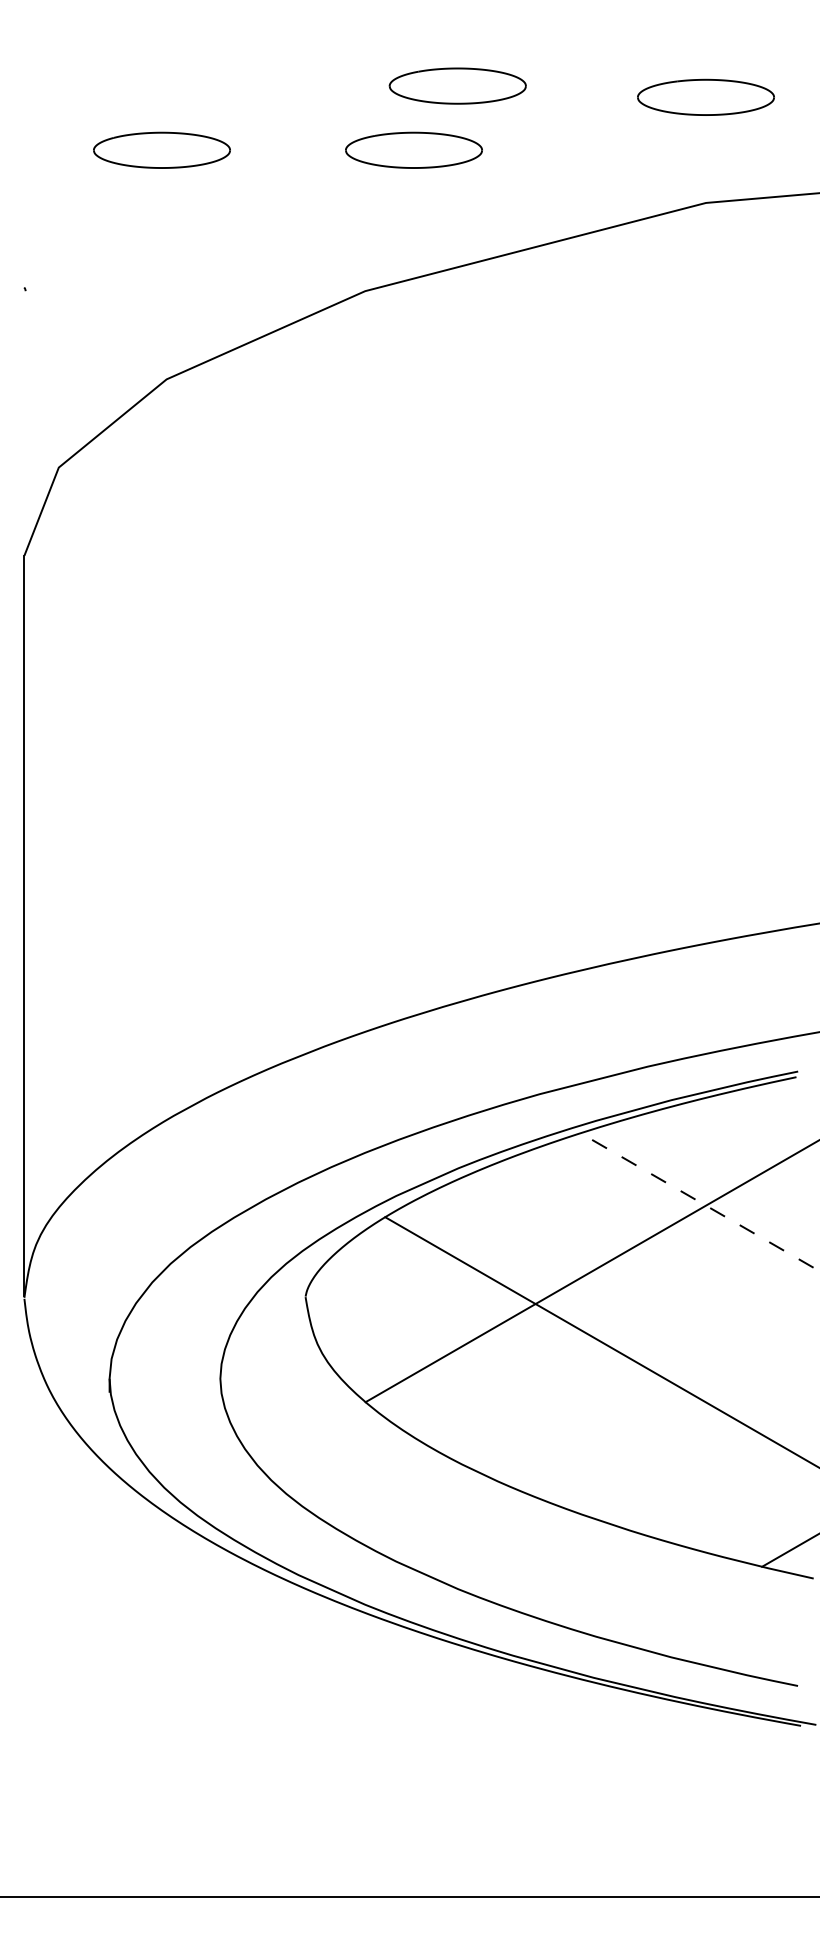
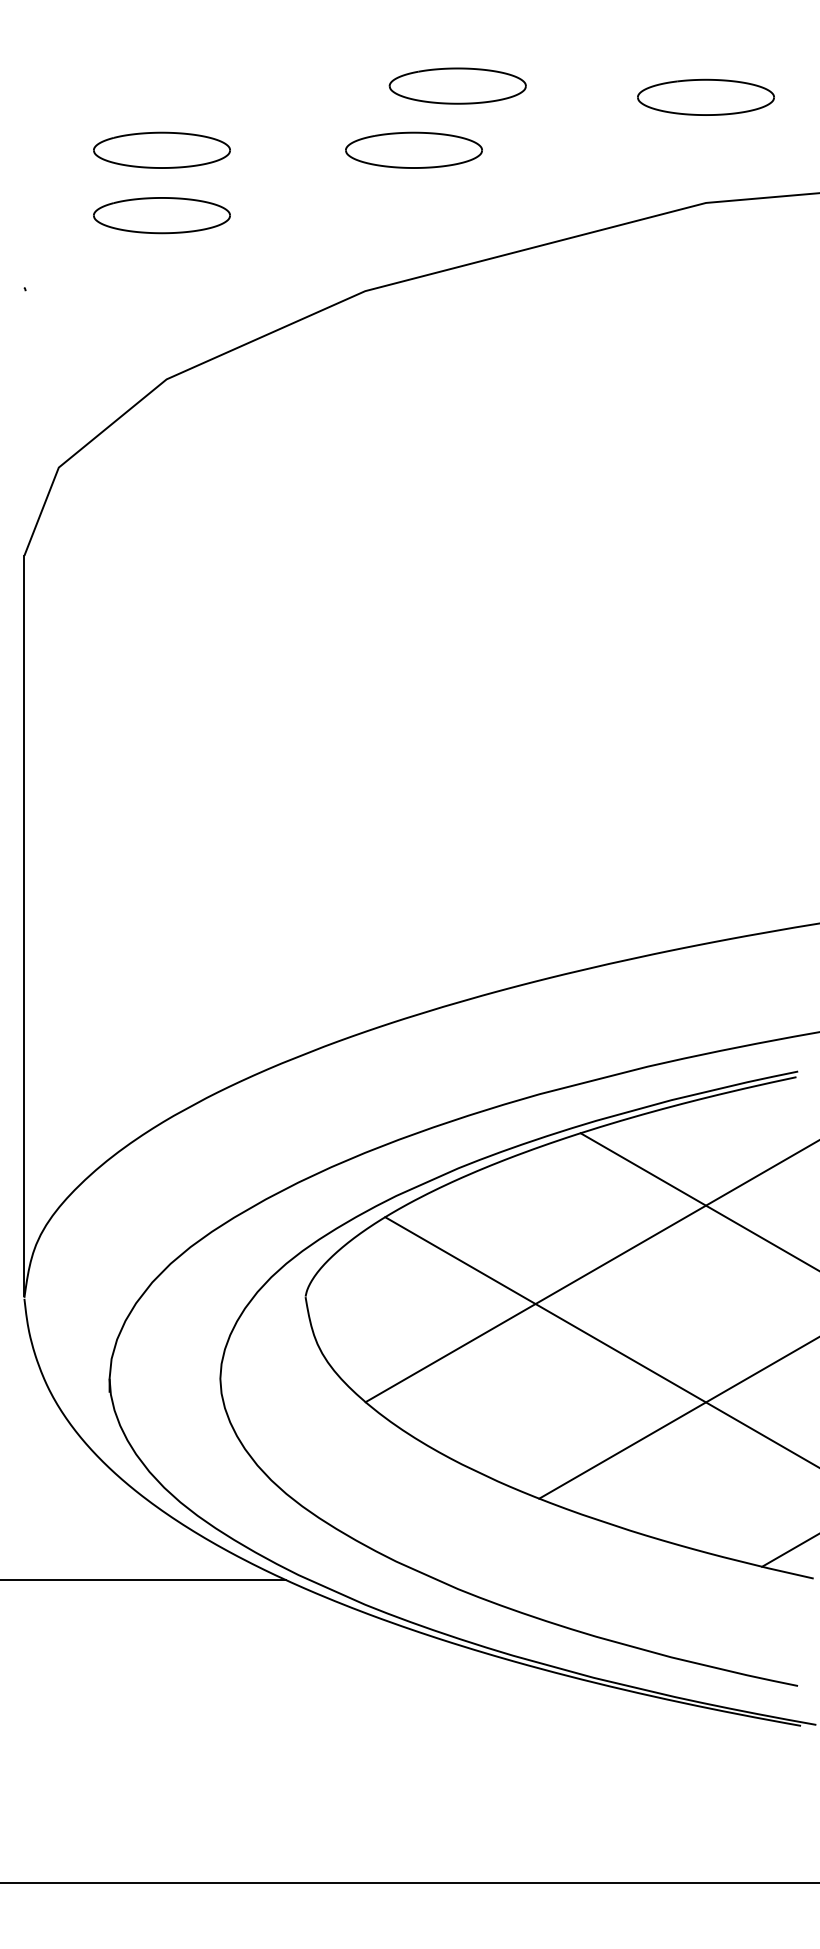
part at (161, 215): none -> present
line at (700, 1202): dashed -> solid
line at (677, 1418): none -> present
line at (144, 1580): none -> present
line at (409, 1896) position: (409, 1896) -> (409, 1882)
